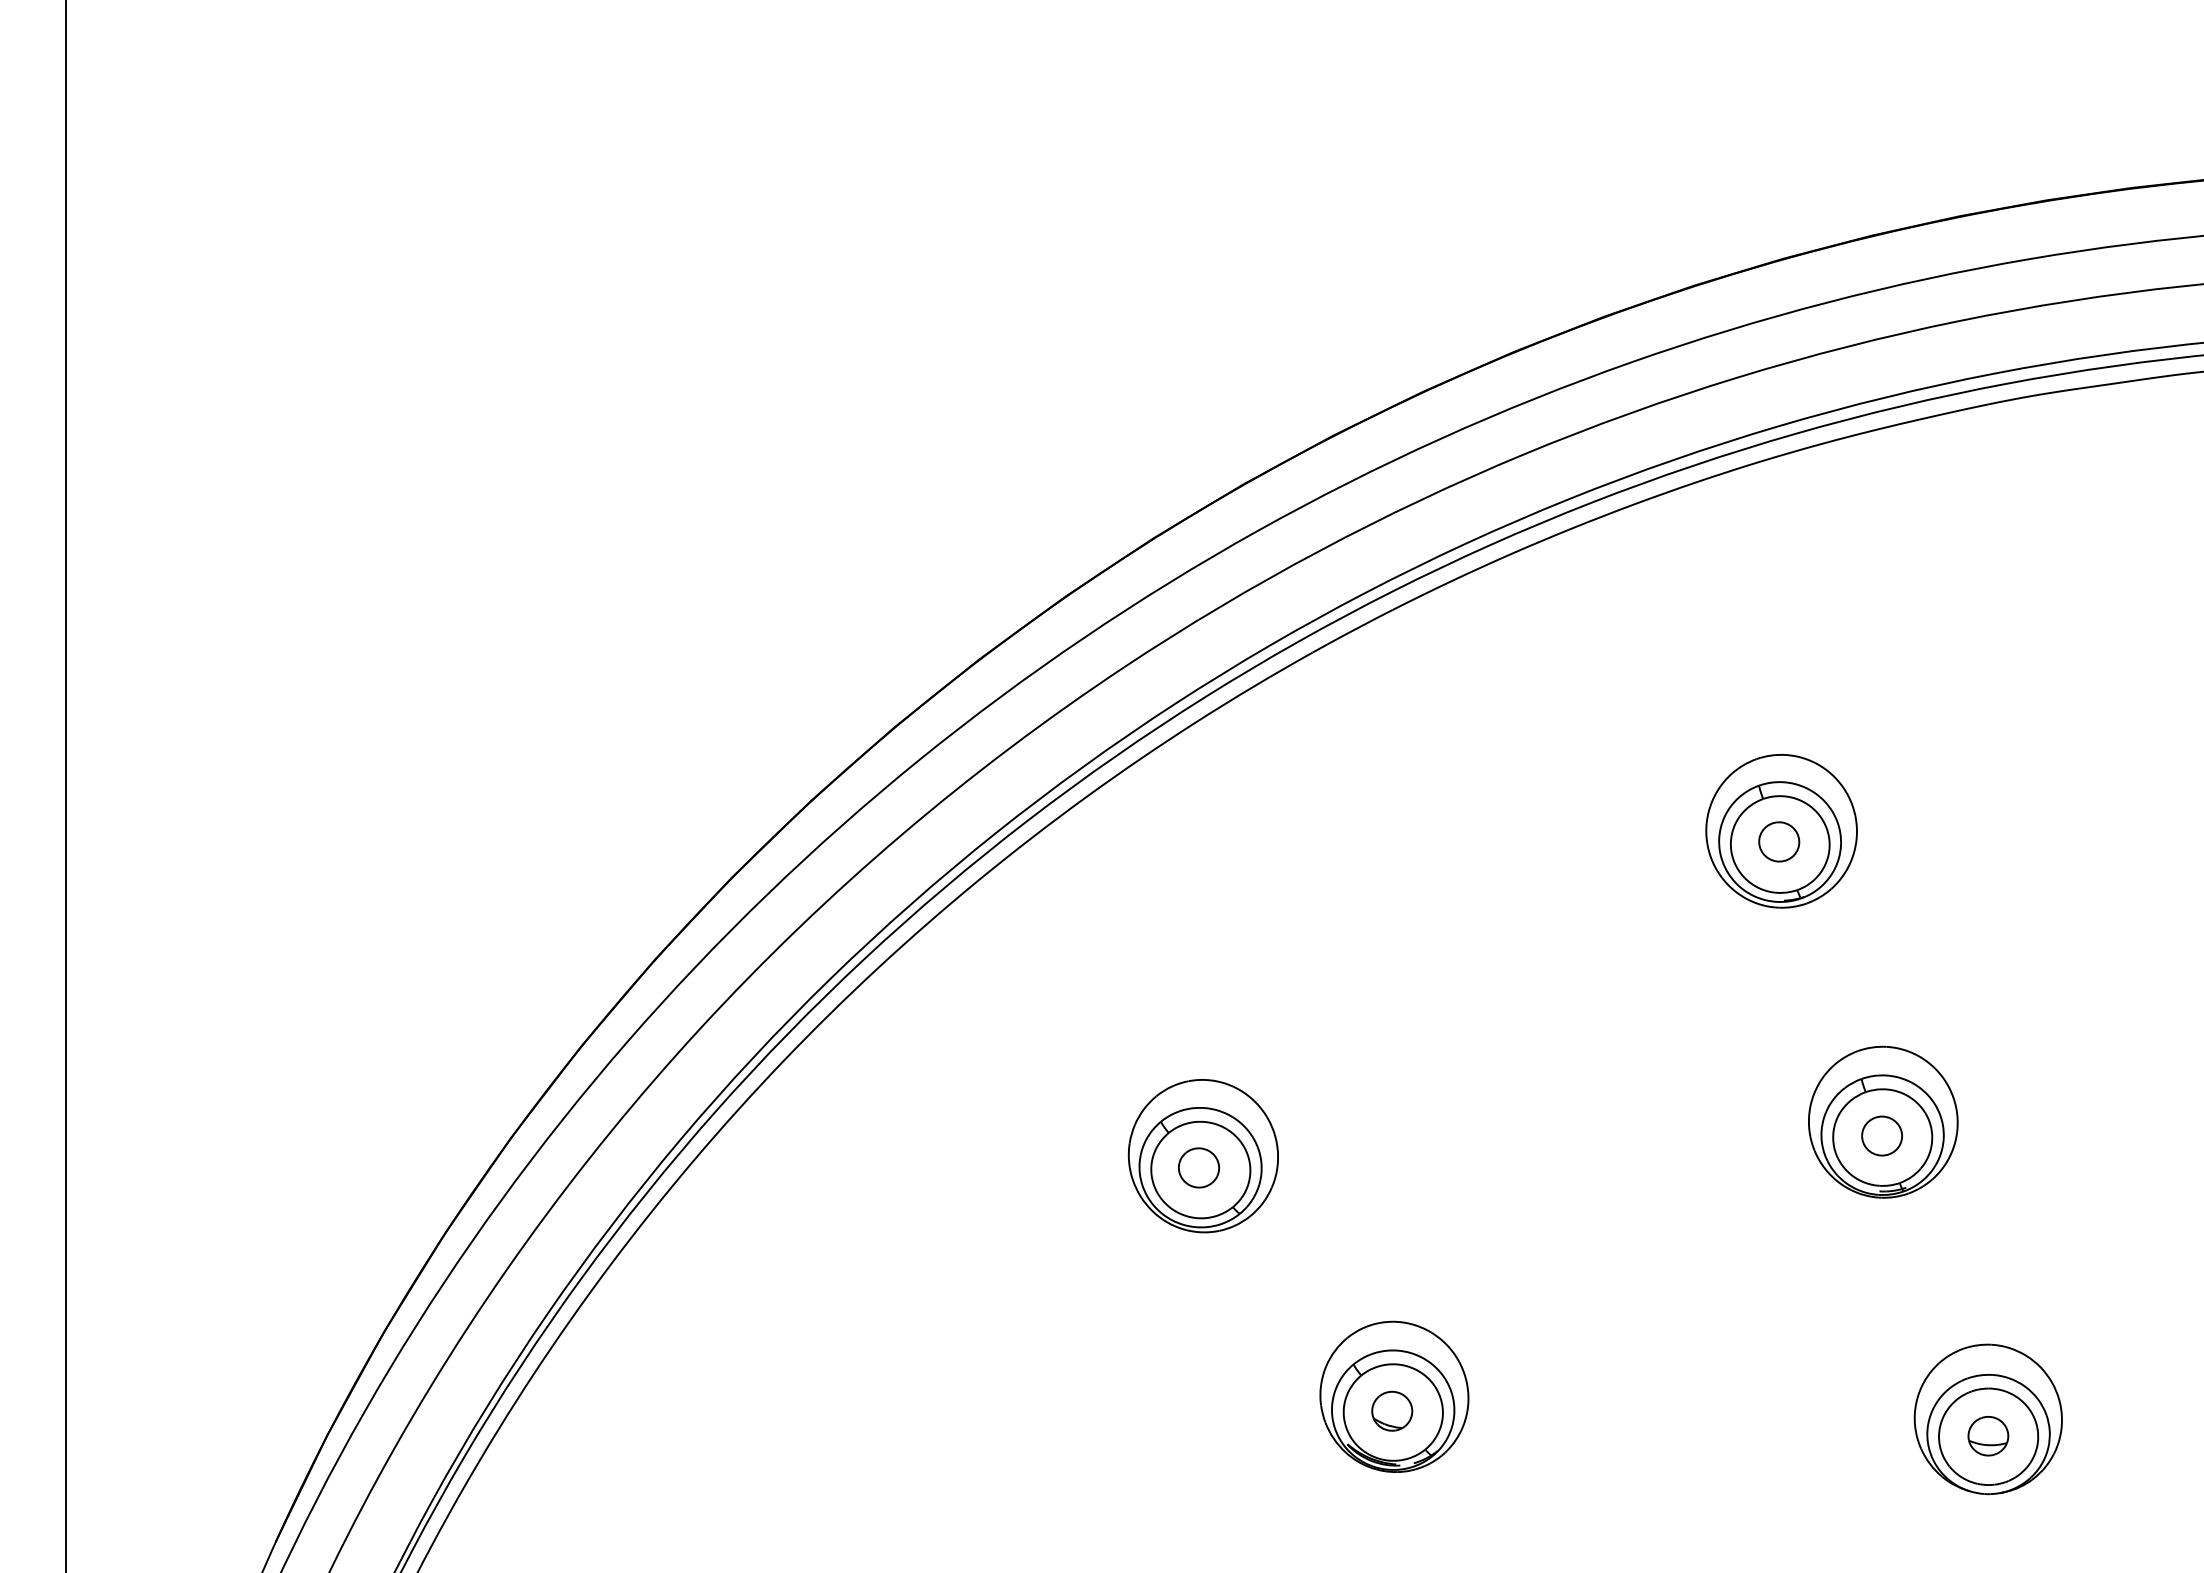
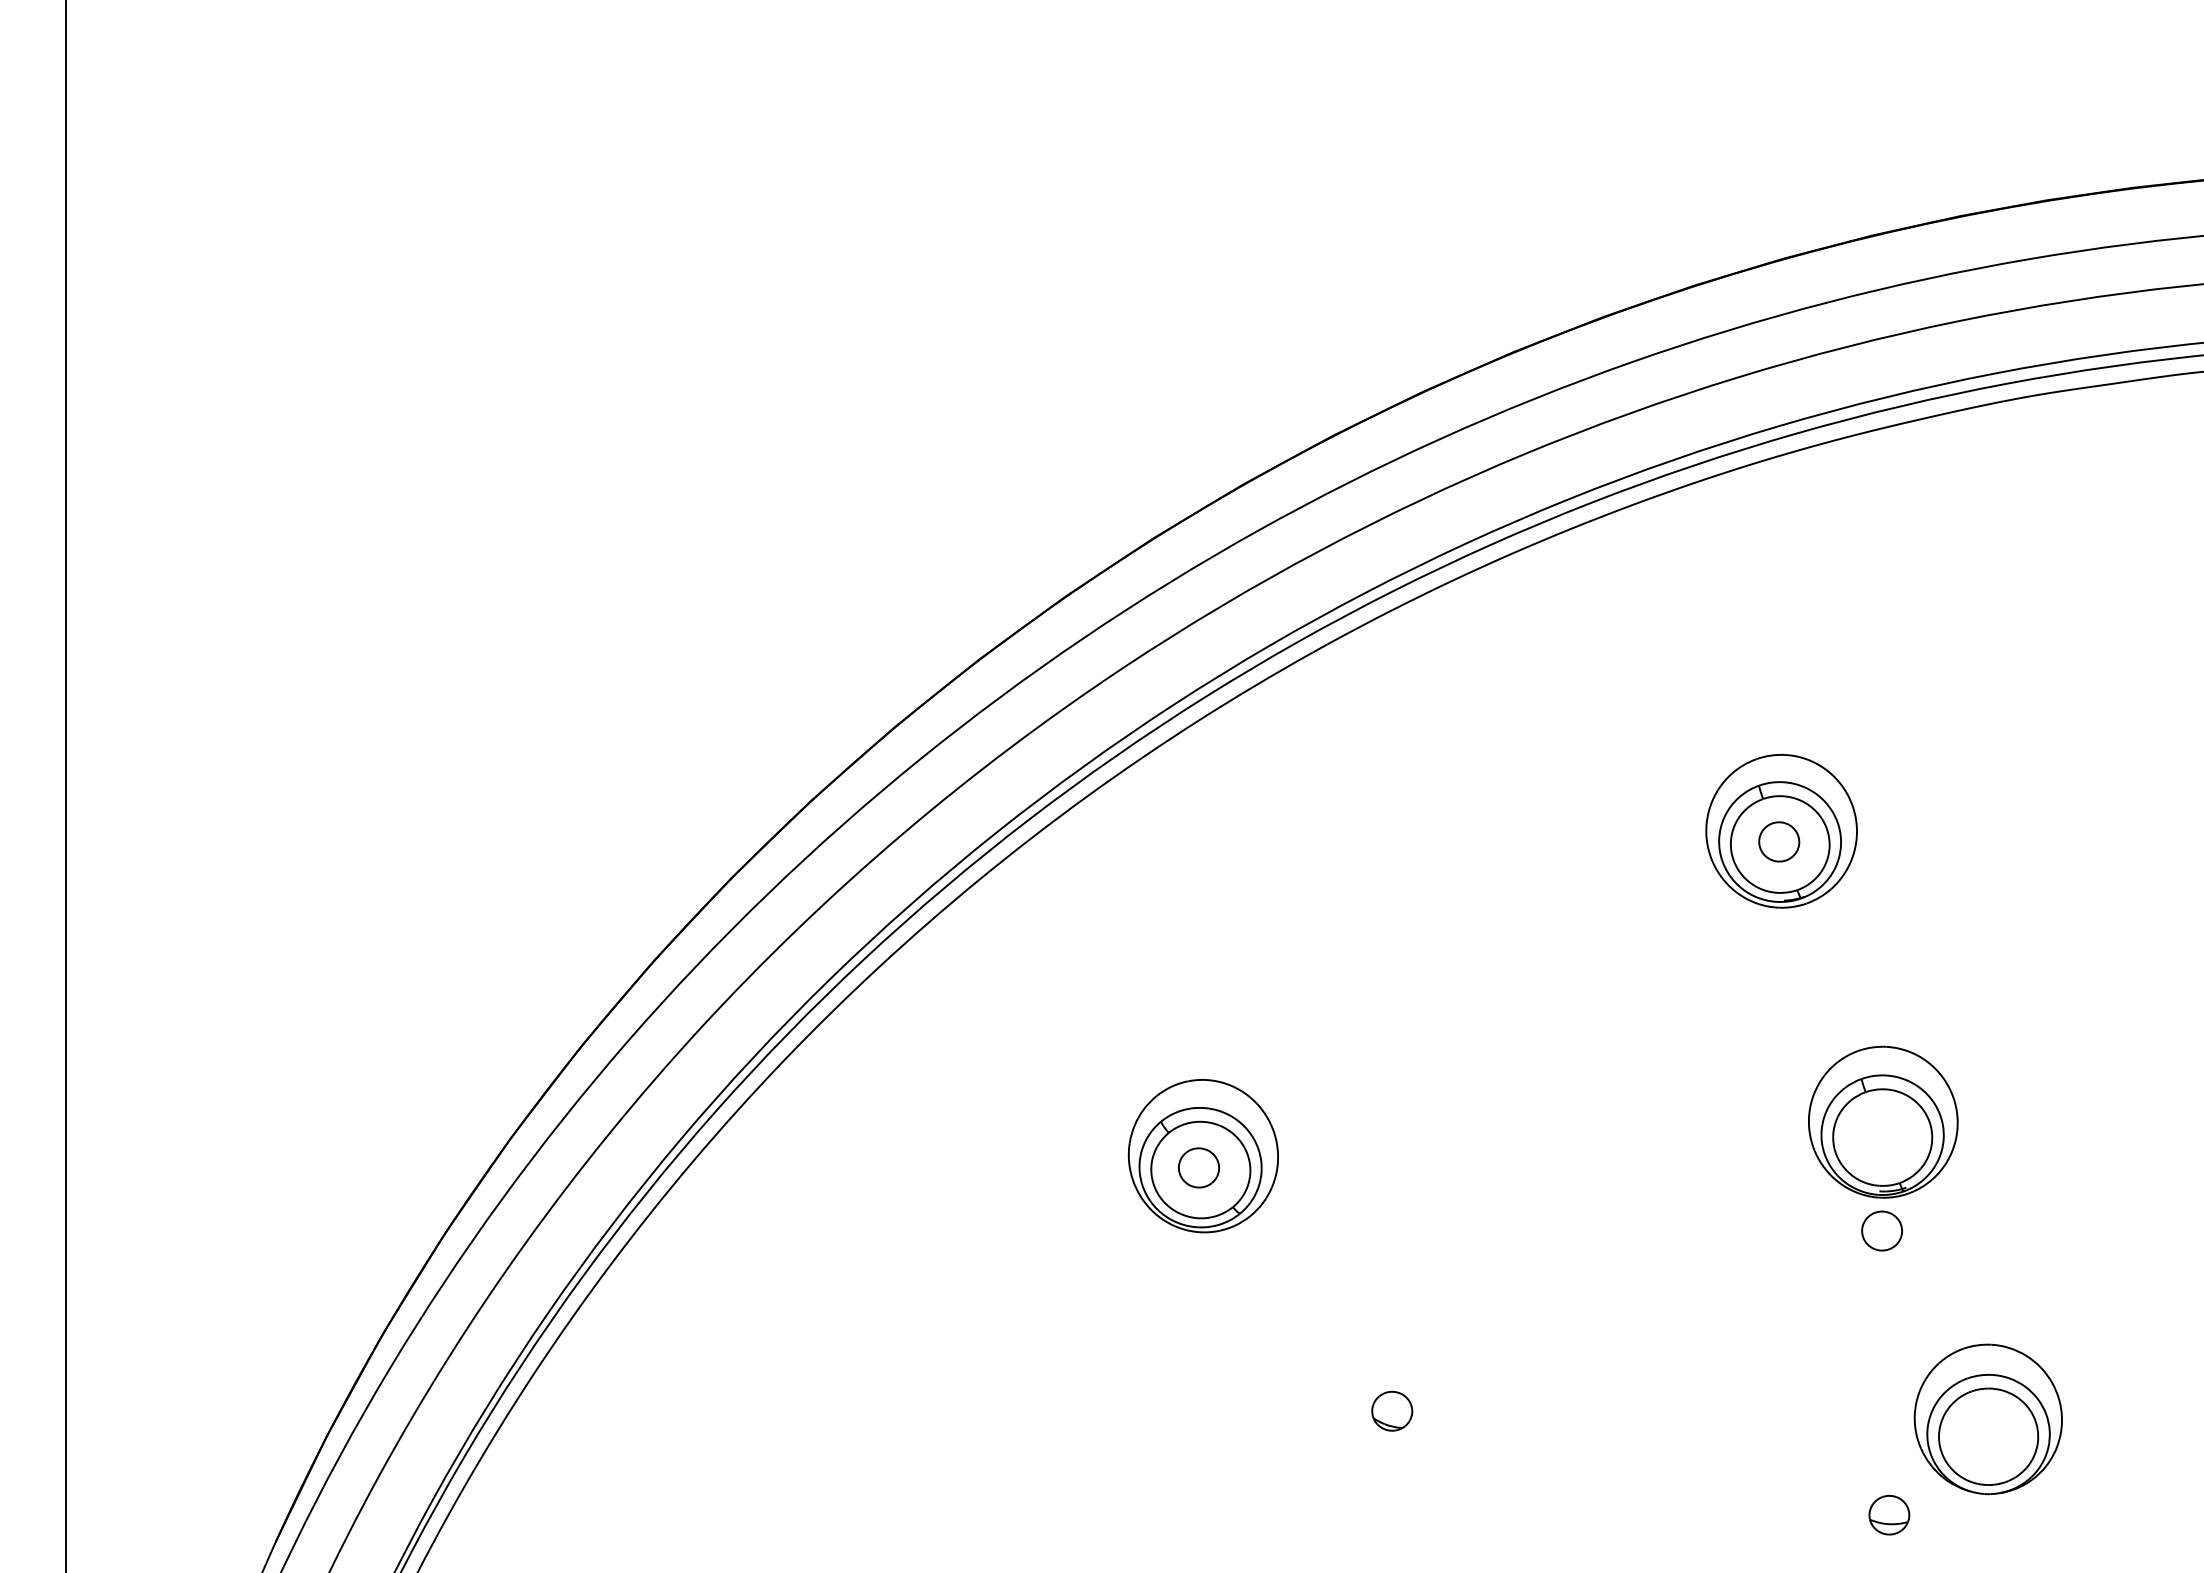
part at (1881, 1135) position: (1881, 1135) -> (1881, 1230)
part at (1394, 1396): present -> none
part at (1988, 1436) position: (1988, 1436) -> (1889, 1515)
